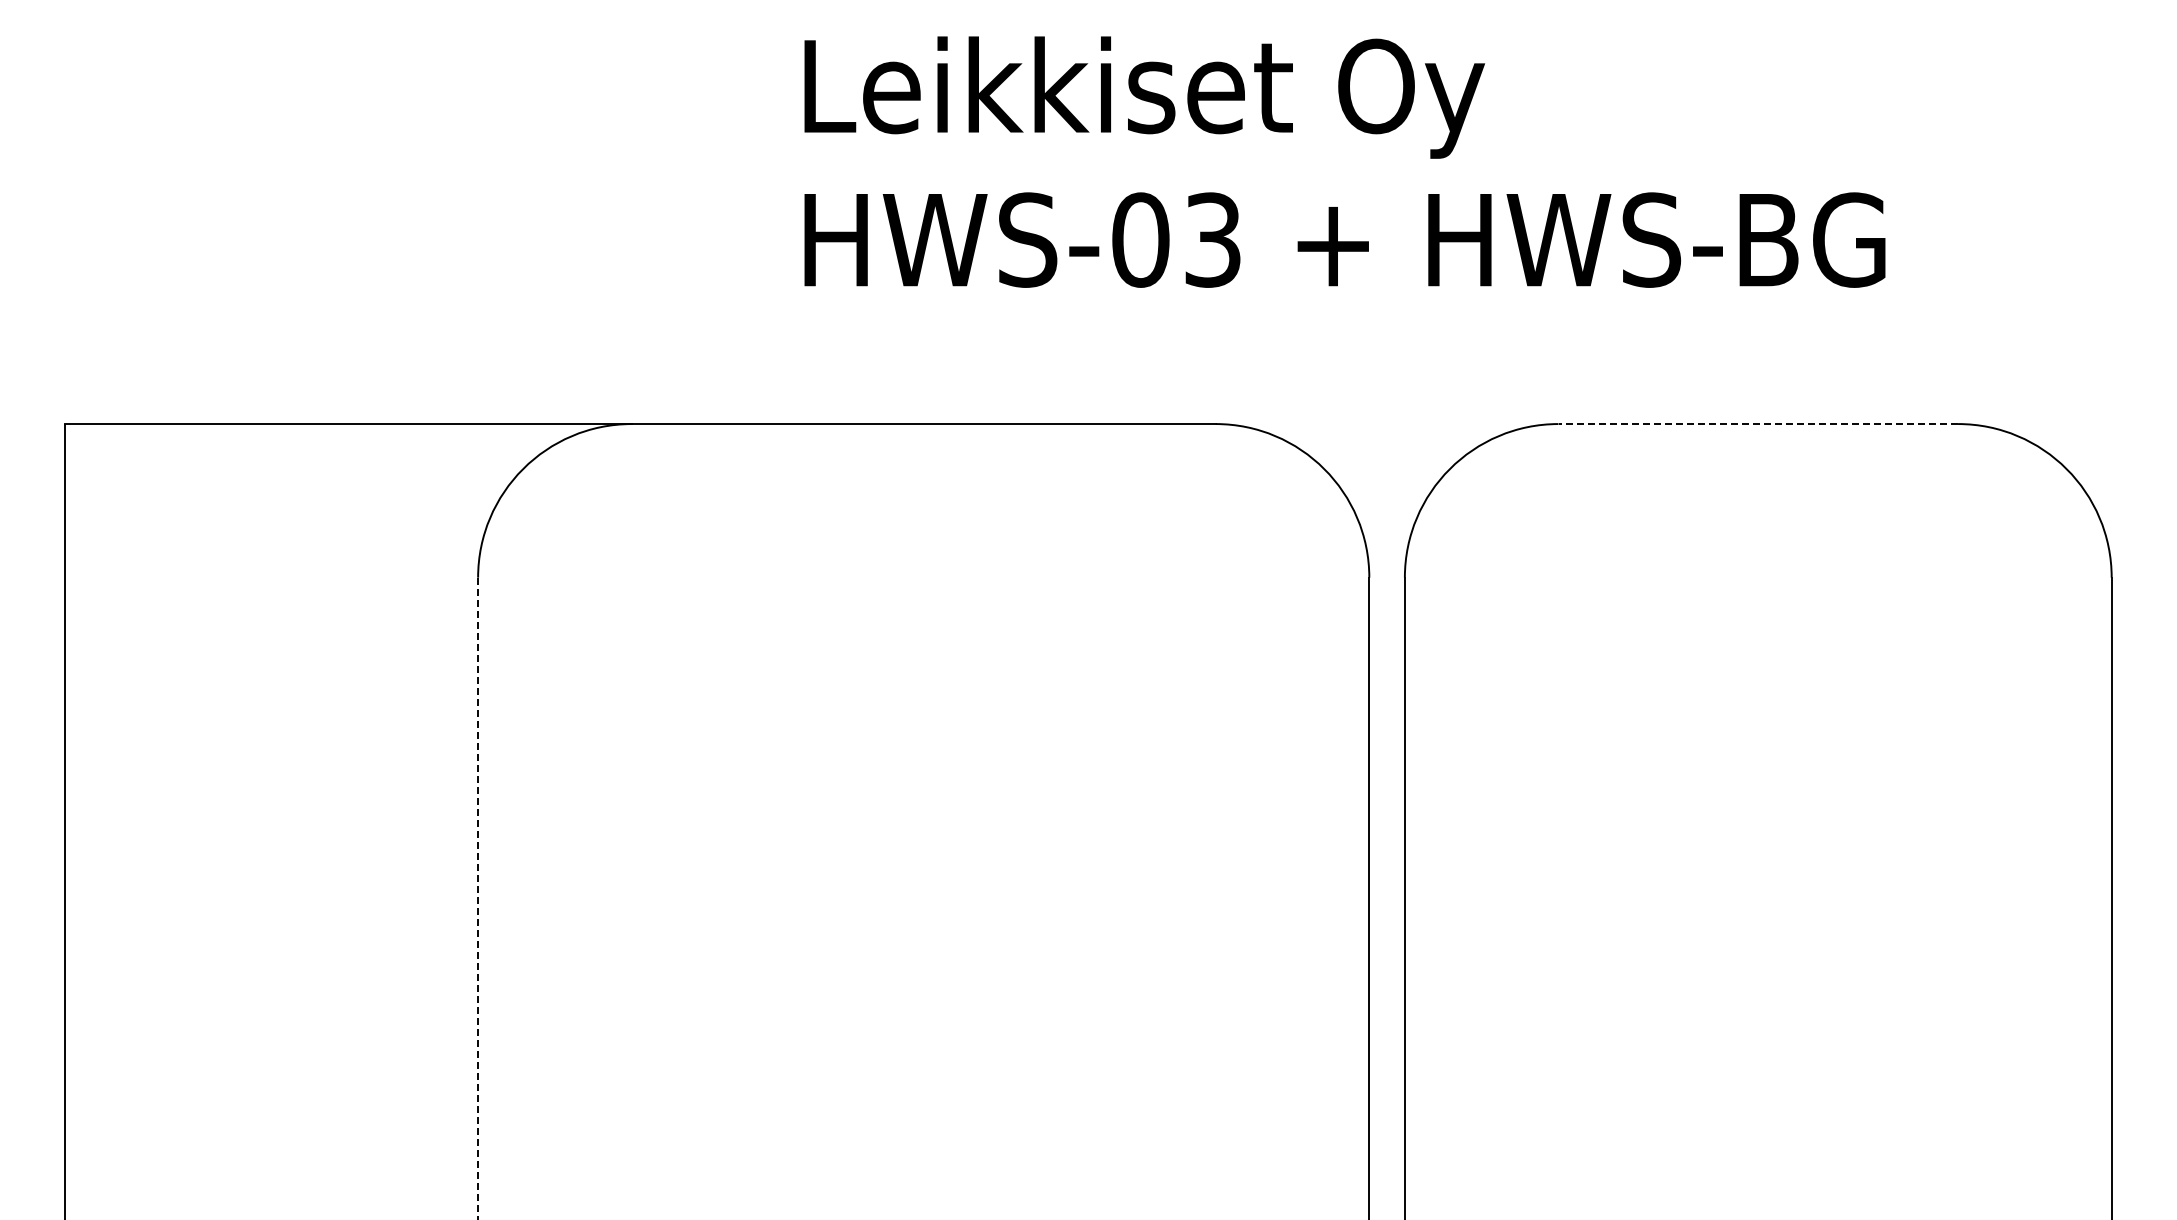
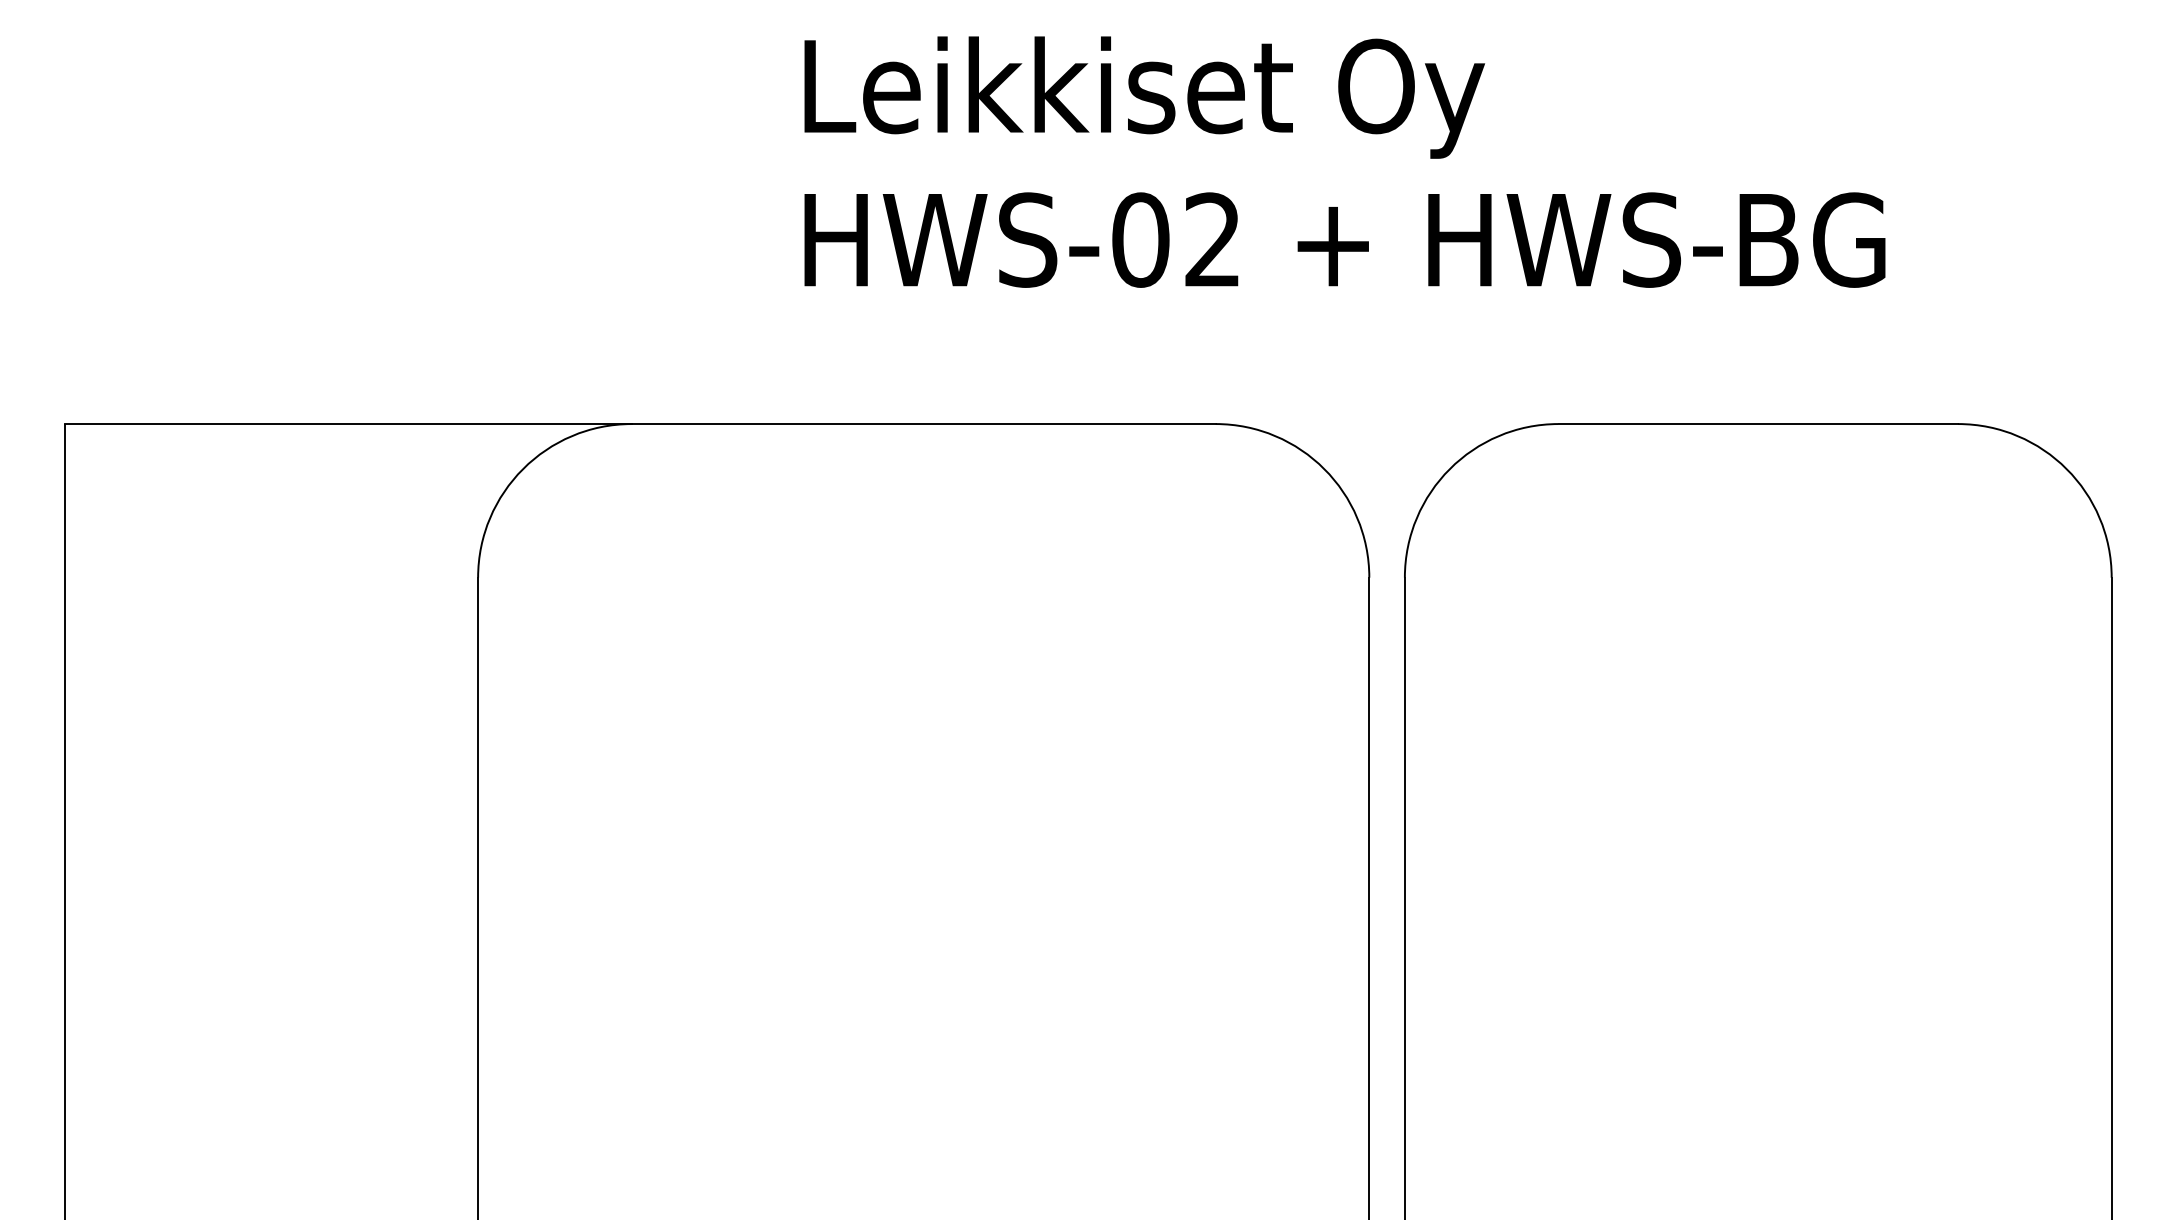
text at (1212, 239): HWS-03 -> HWS-02
line at (1758, 424): dashed -> solid
line at (478, 898): dashed -> solid
